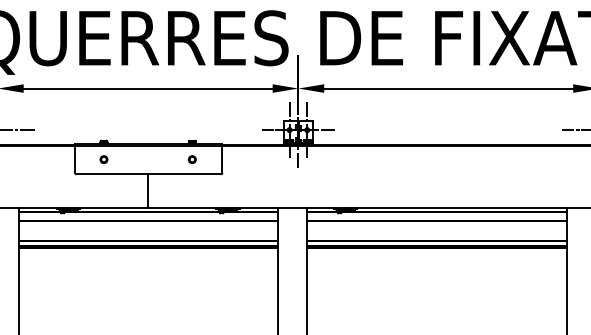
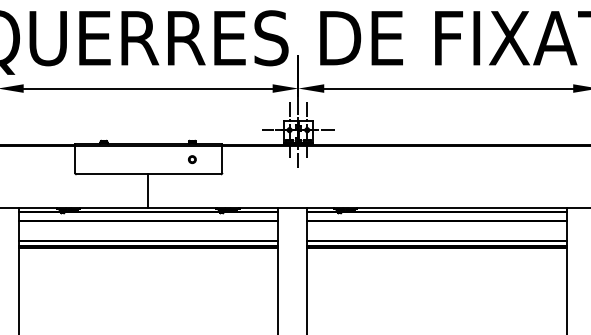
line at (18, 130): present -> none
line at (574, 130): present -> none
part at (103, 159): present -> none
